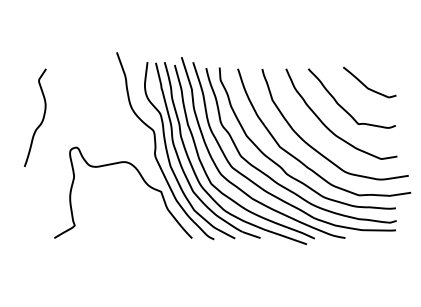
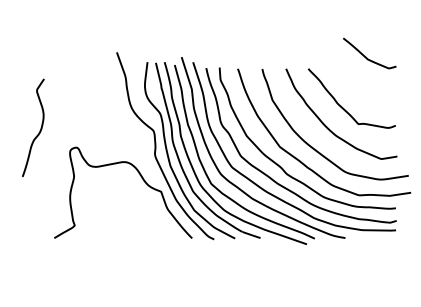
curve at (366, 85) position: (366, 85) -> (366, 56)
curve at (41, 120) position: (41, 120) -> (39, 130)
